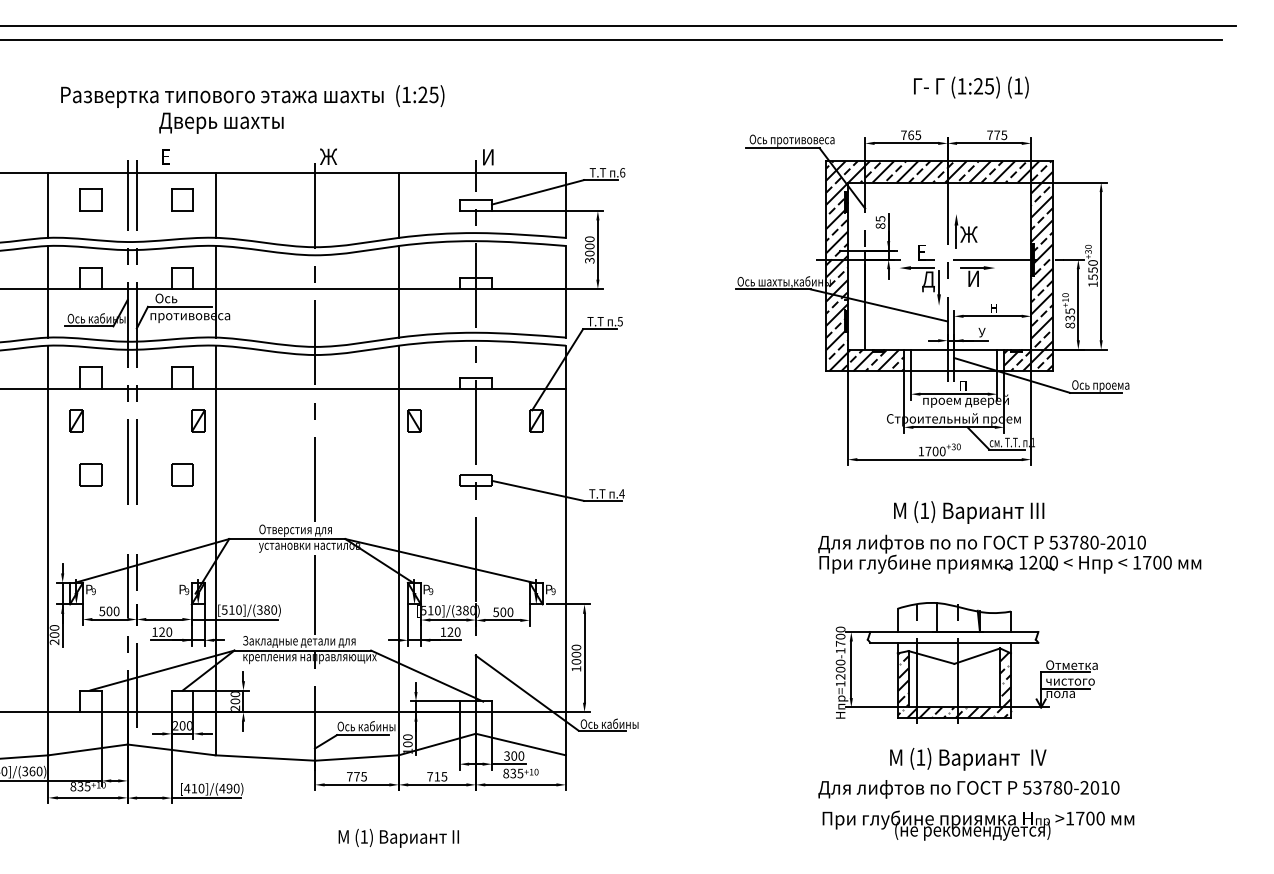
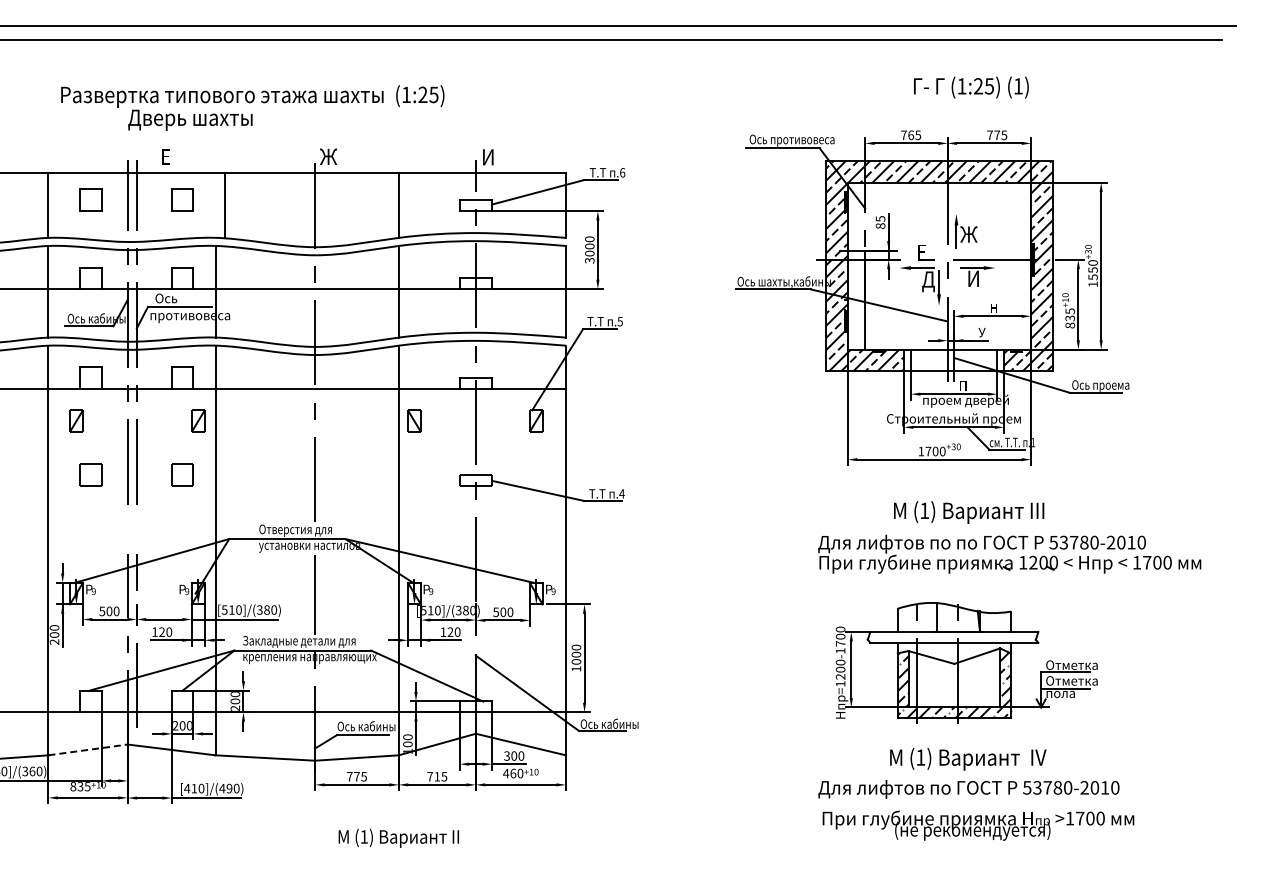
text at (221, 122) position: (221, 122) -> (190, 119)
line at (215, 205) position: (215, 205) -> (224, 205)
text at (1071, 680): чистого -> Отметка
line at (88, 749): solid -> dashed
text at (513, 773): 835 -> 460
